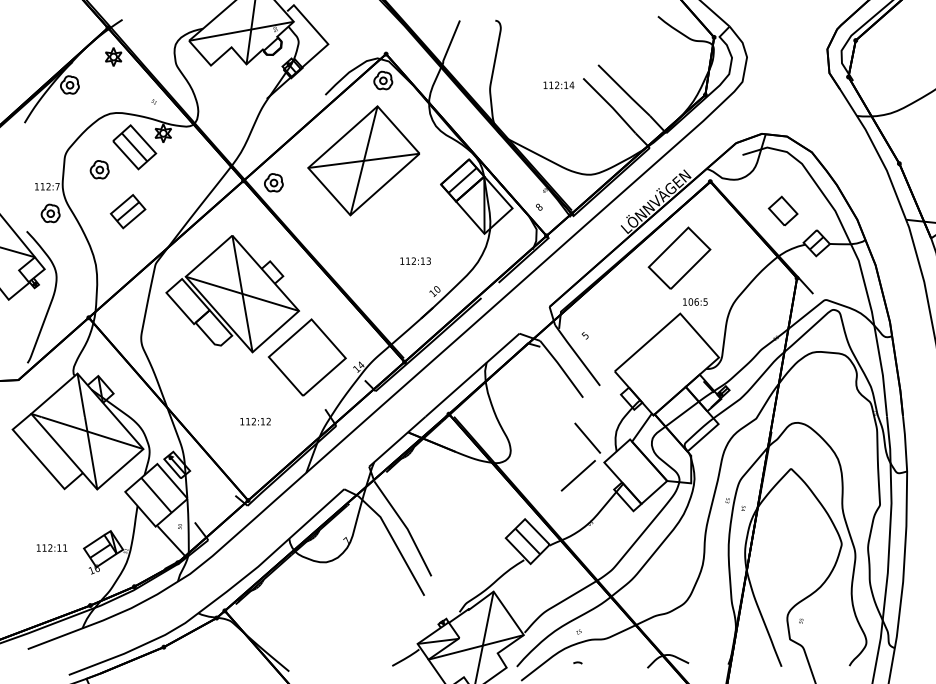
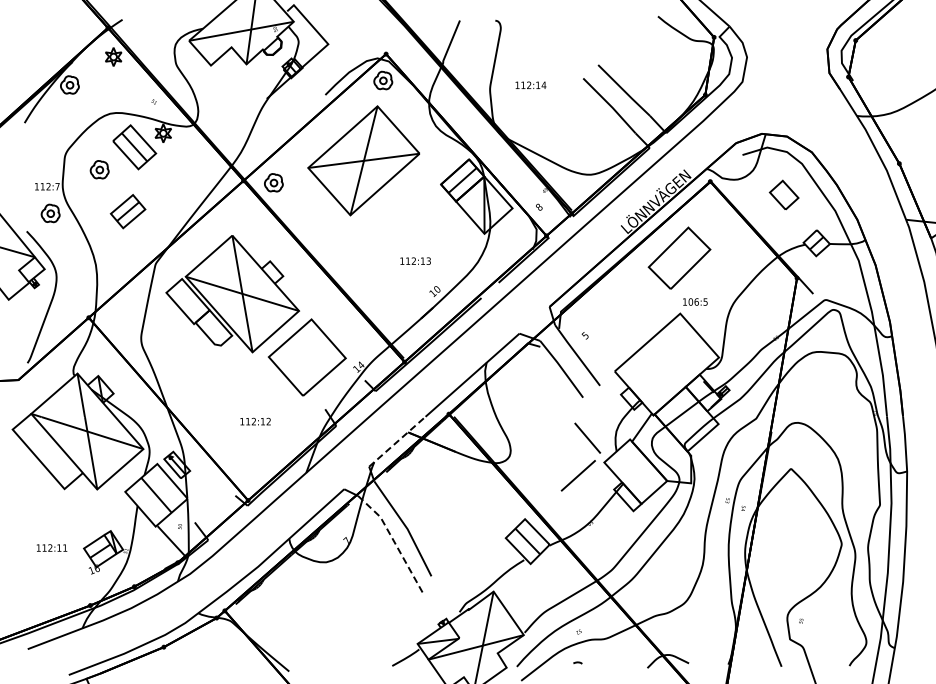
text at (558, 84) position: (558, 84) -> (530, 84)
part at (782, 210) position: (782, 210) -> (783, 194)
line at (397, 441): solid -> dashed
line at (394, 543): solid -> dashed
